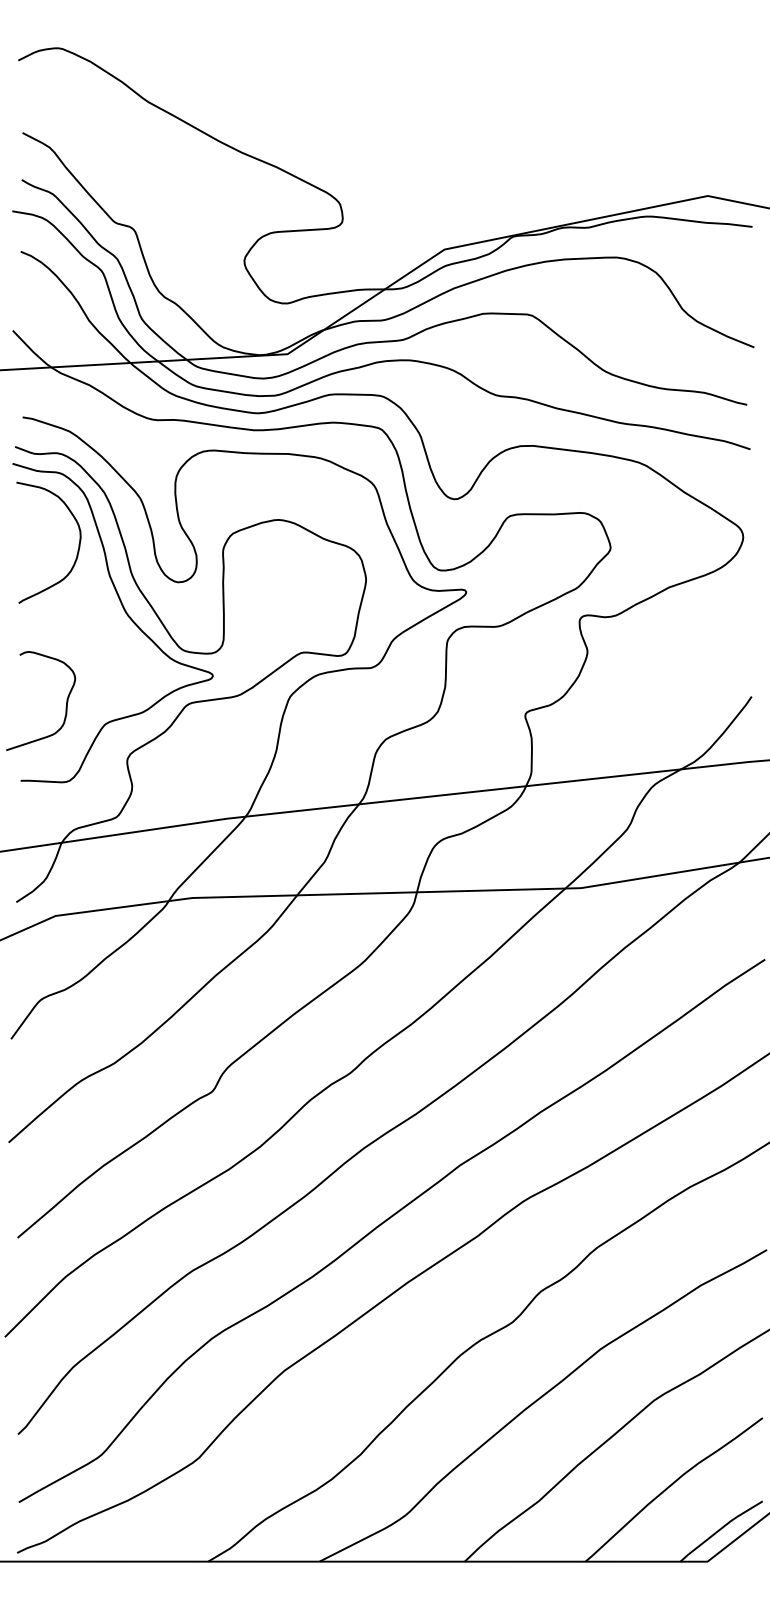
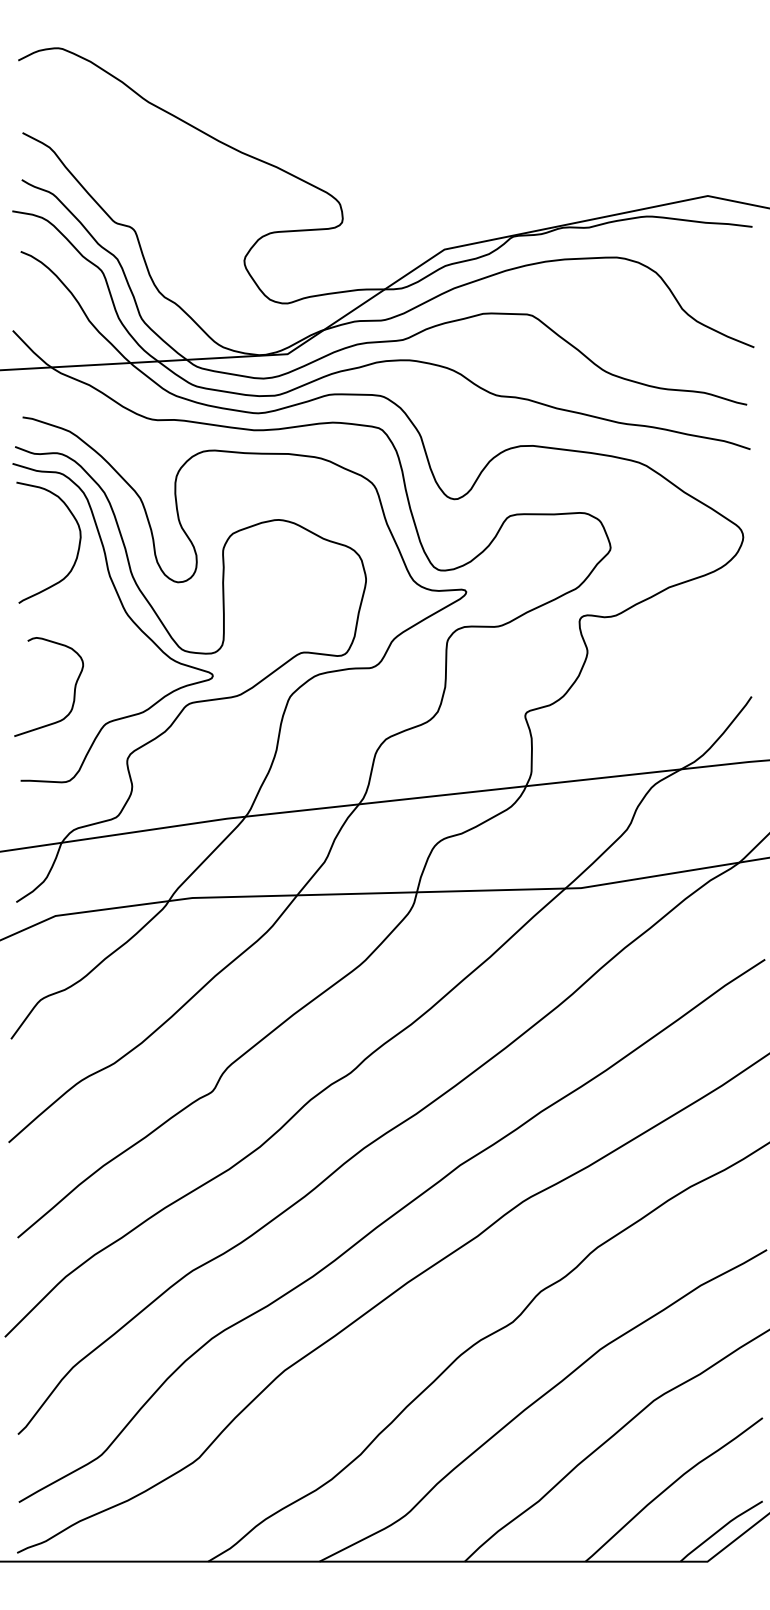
curve at (65, 706) position: (65, 706) -> (73, 692)
